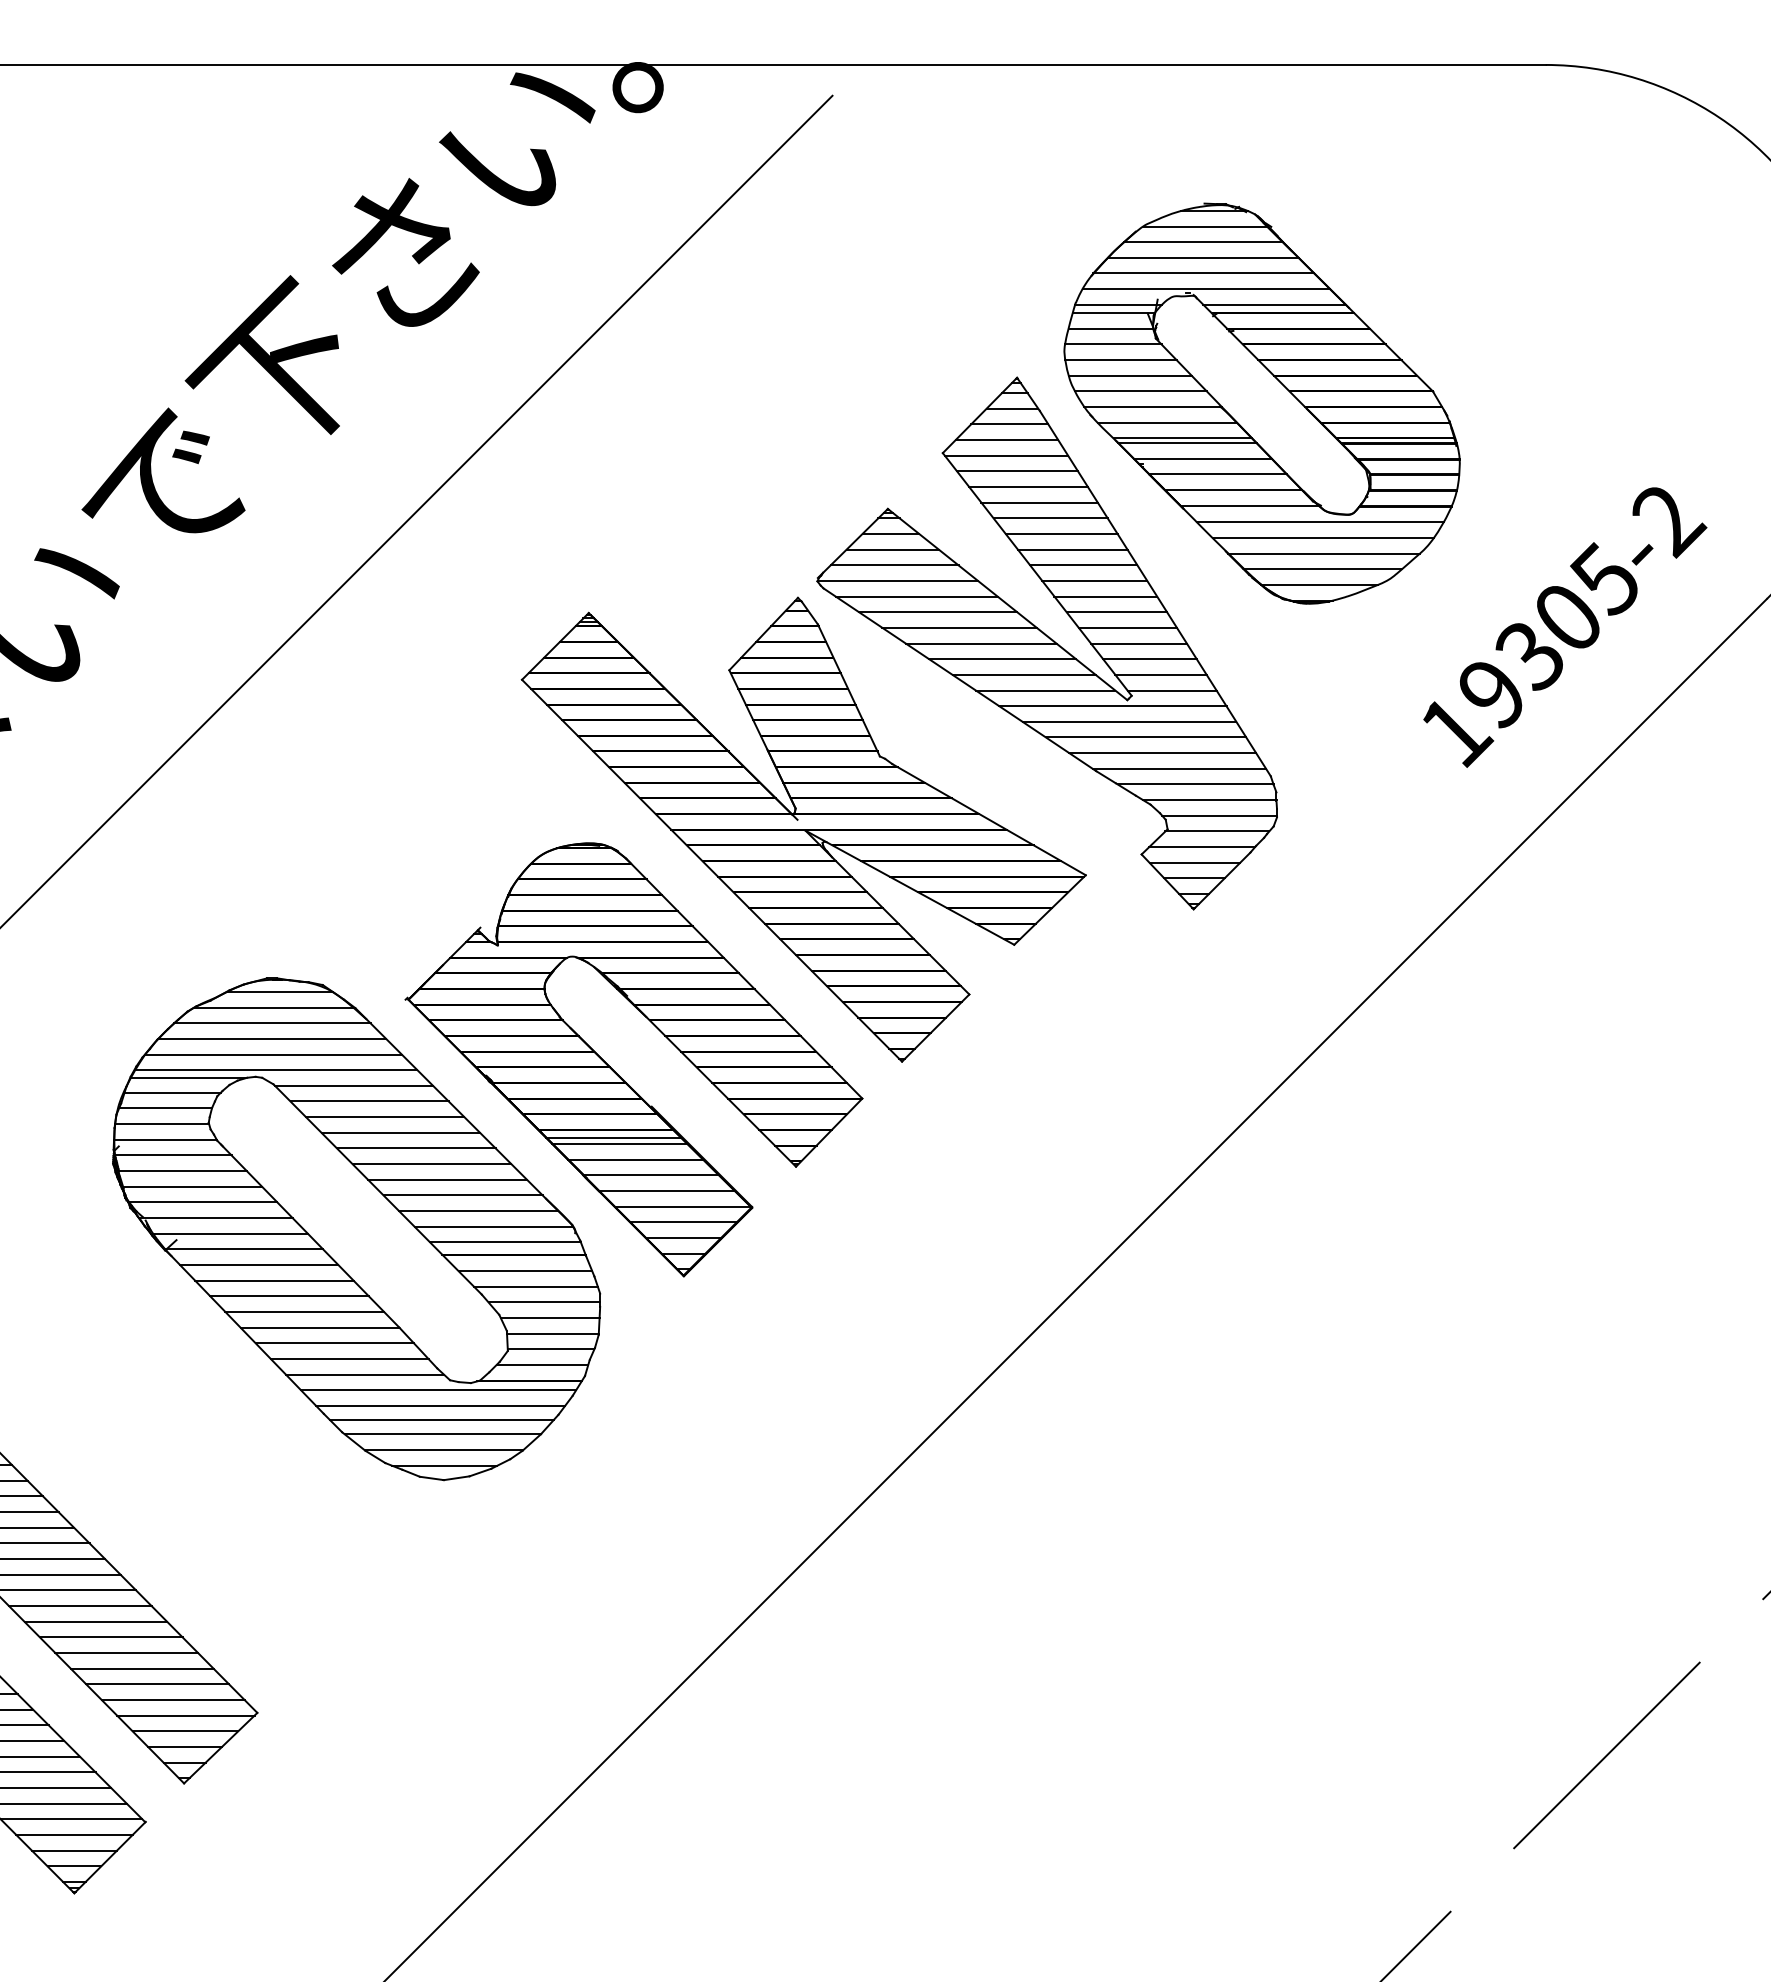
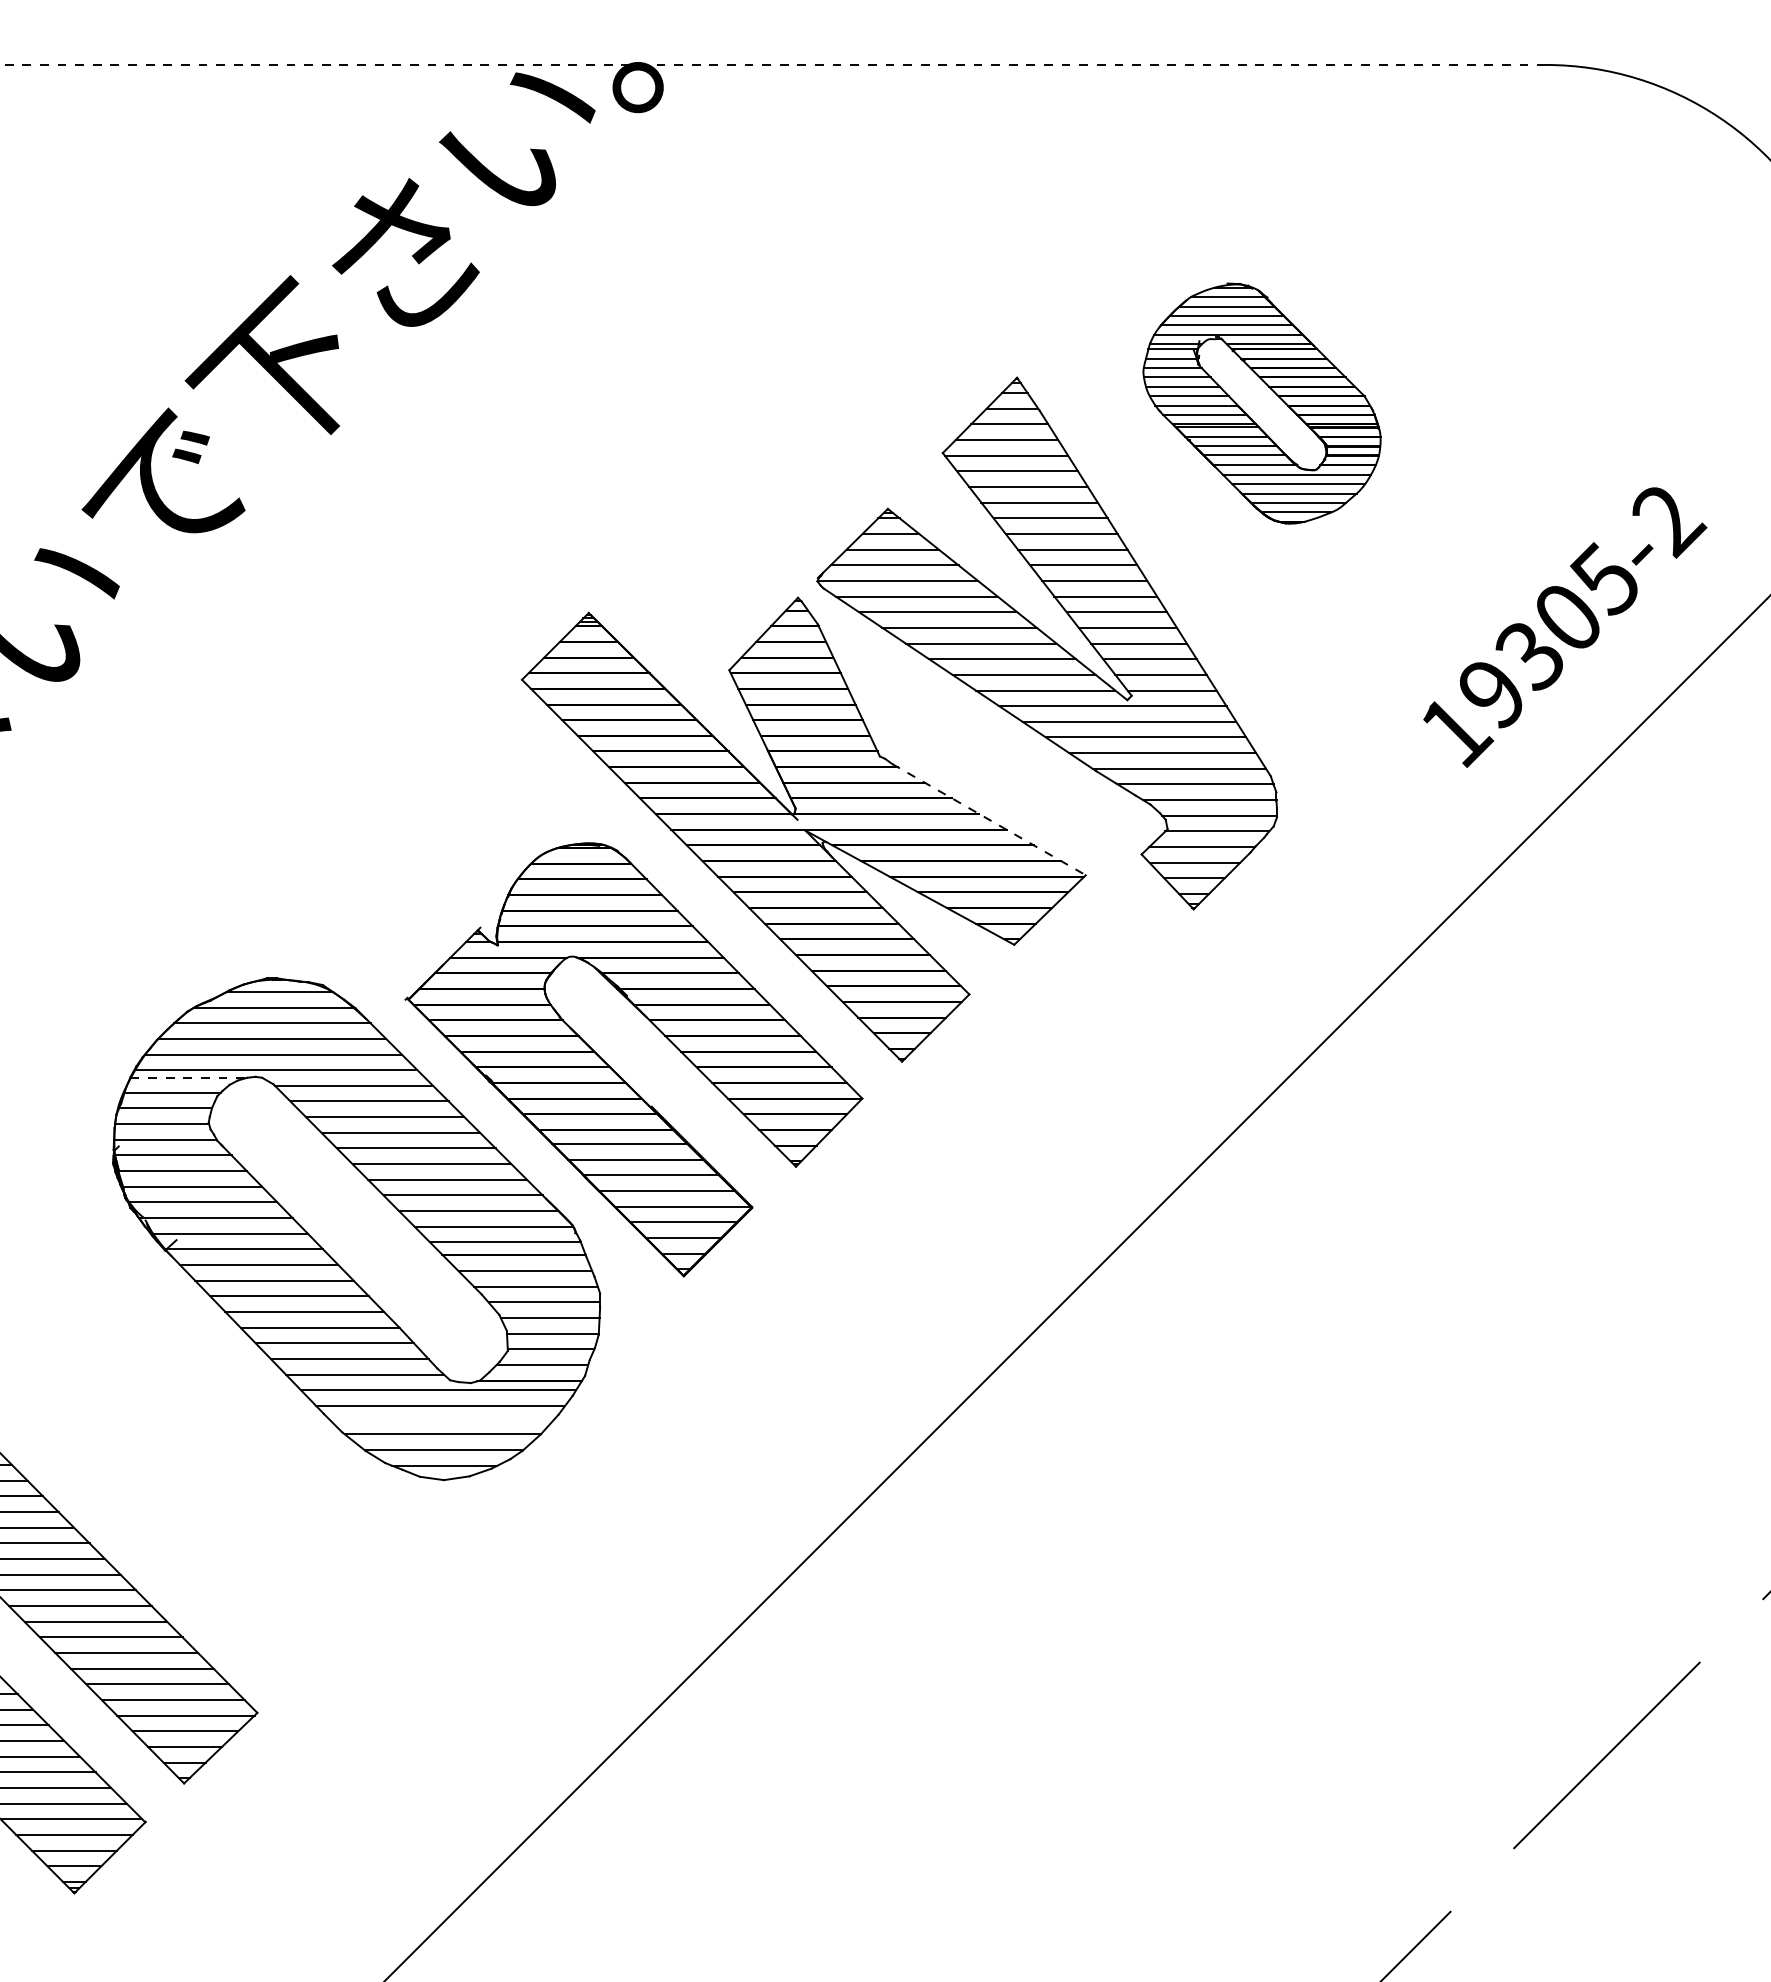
line at (772, 64): solid -> dashed
part at (1261, 403) size: 398x403 px -> 240x243 px
line at (417, 510): present -> none
line at (989, 819): solid -> dashed
line at (188, 1078): solid -> dashed
line at (613, 1137): present -> none
line at (441, 1420): present -> none
